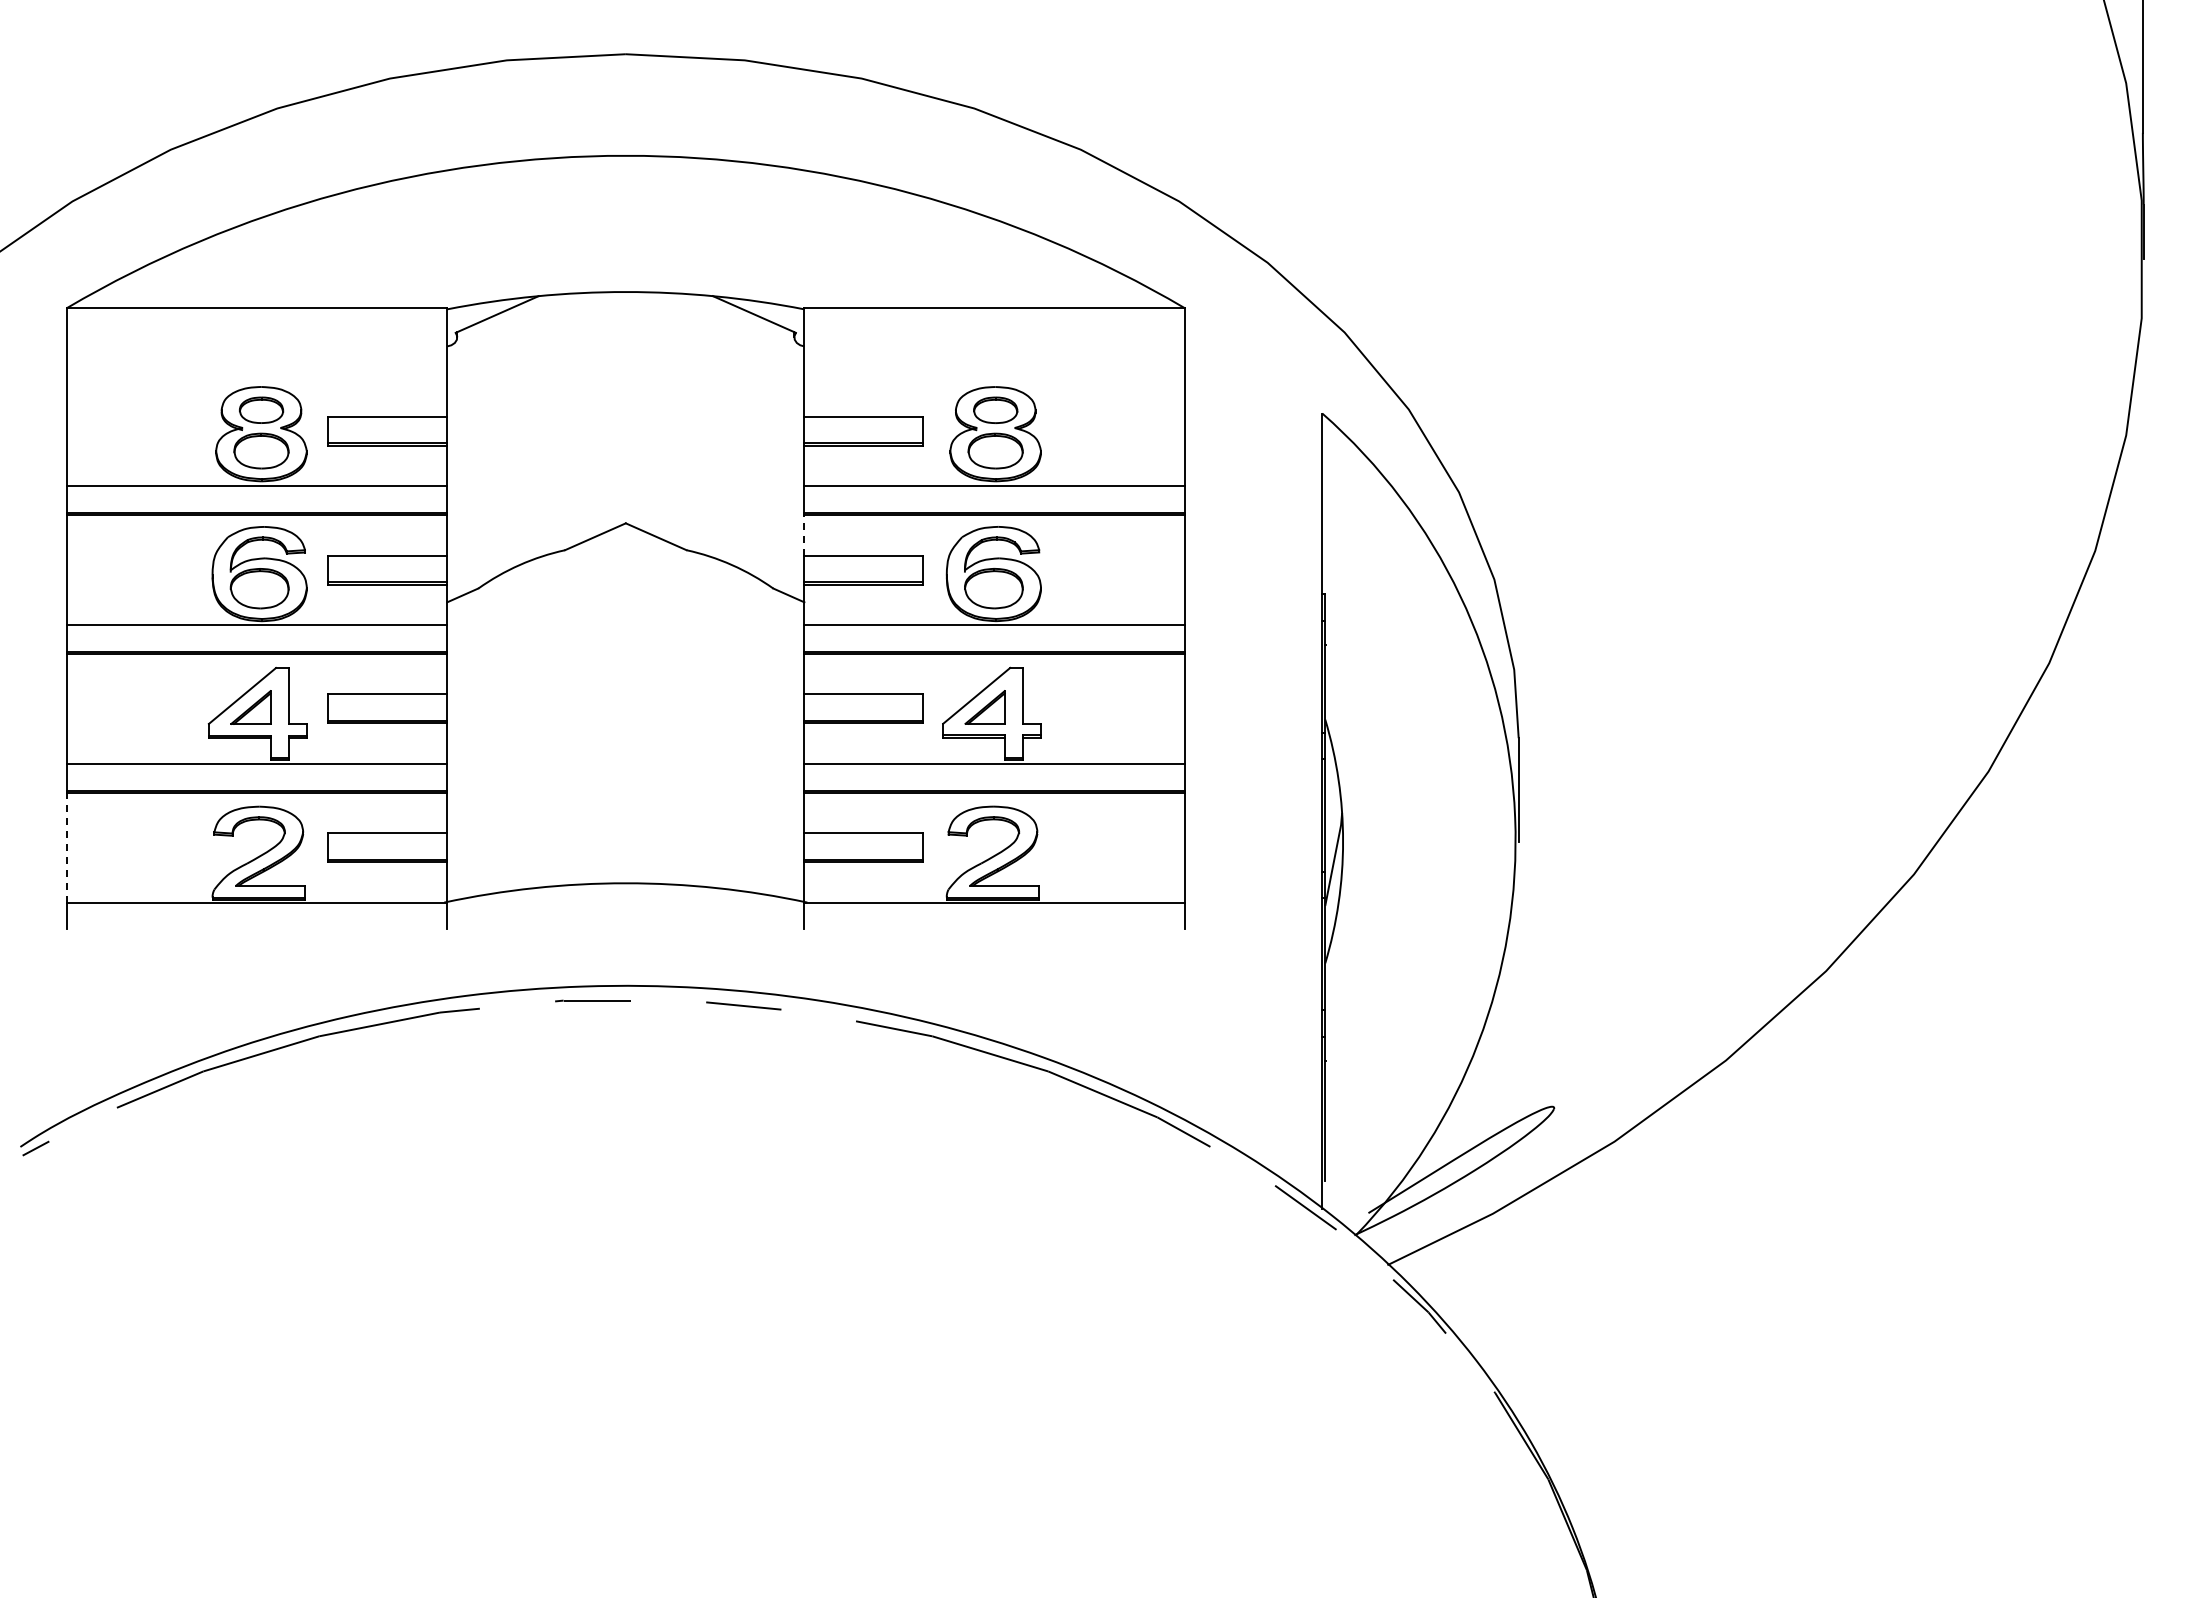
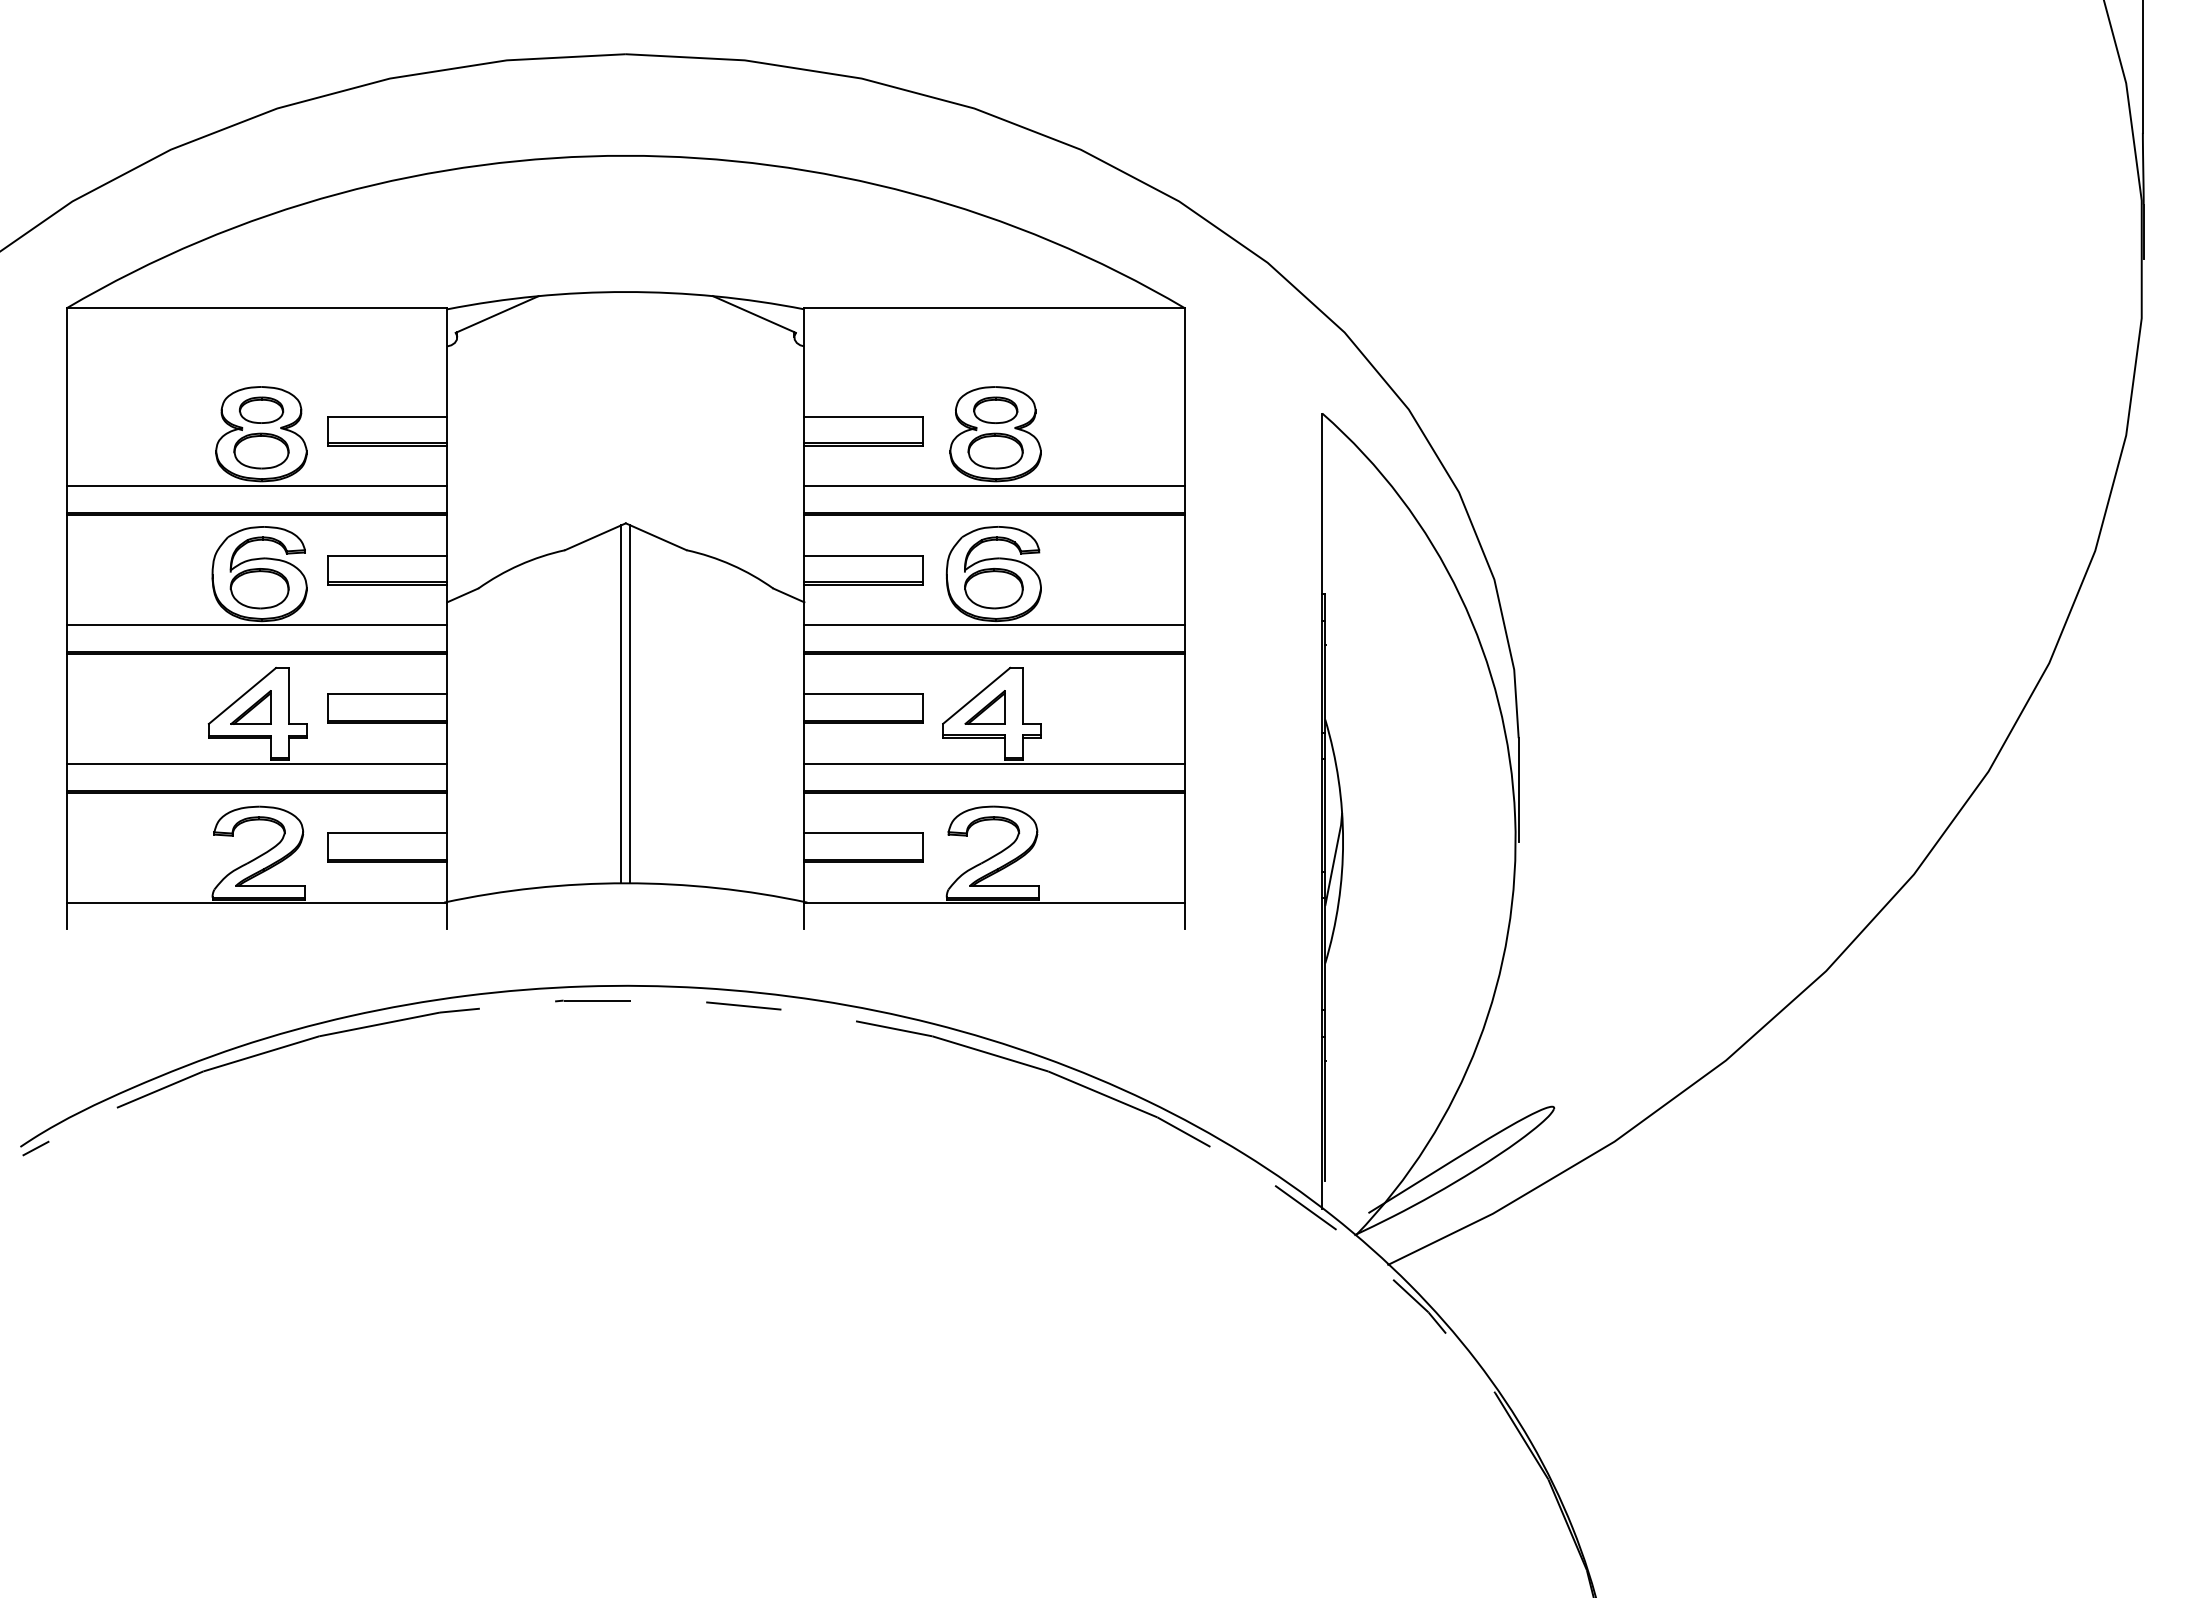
line at (804, 534): dashed -> solid
line at (621, 704): none -> present
line at (630, 704): none -> present
line at (67, 847): dashed -> solid
